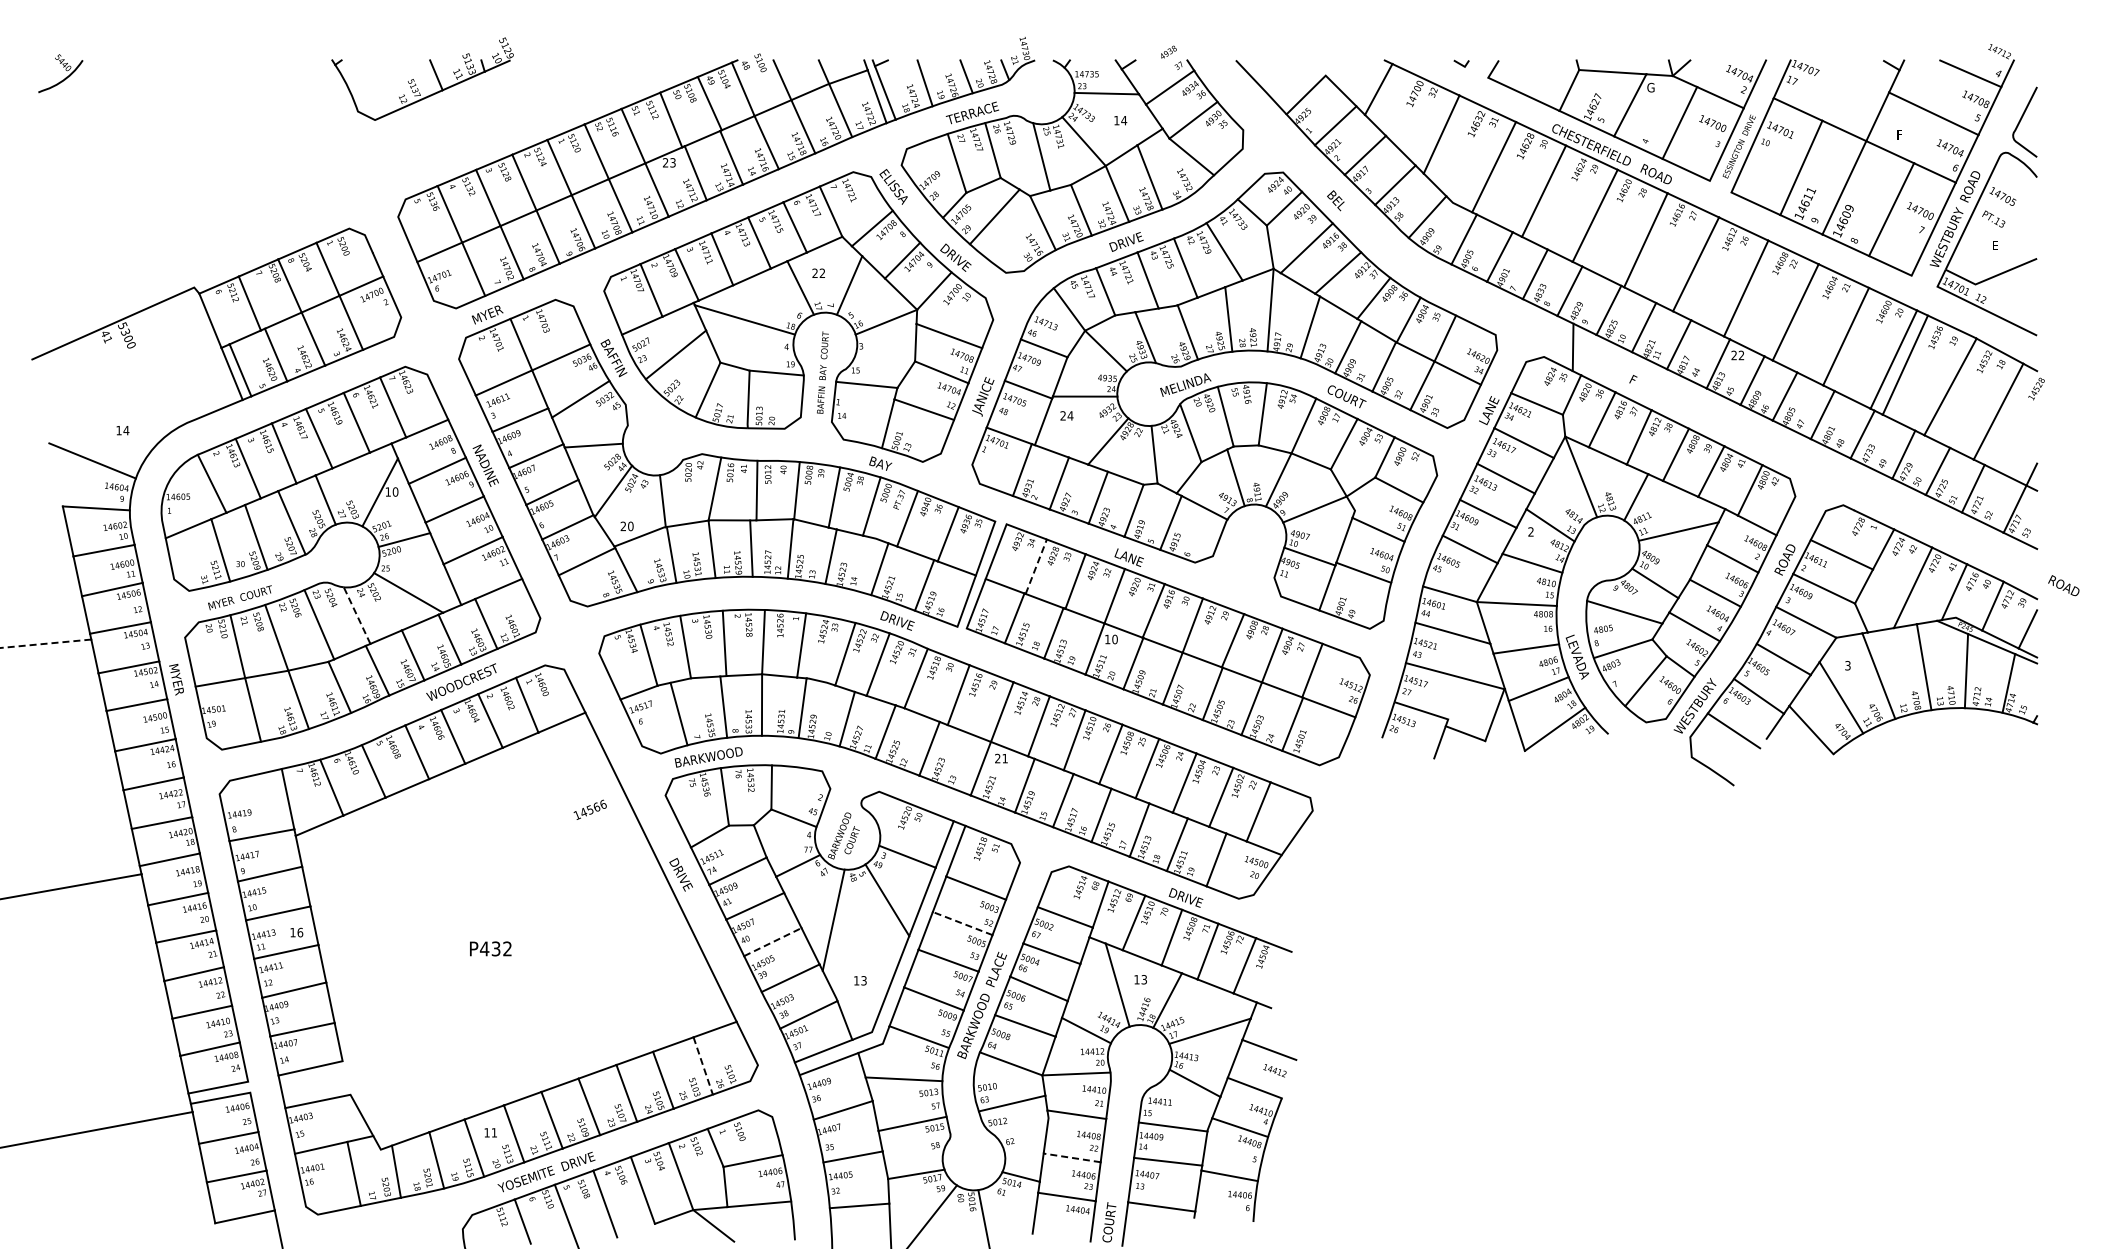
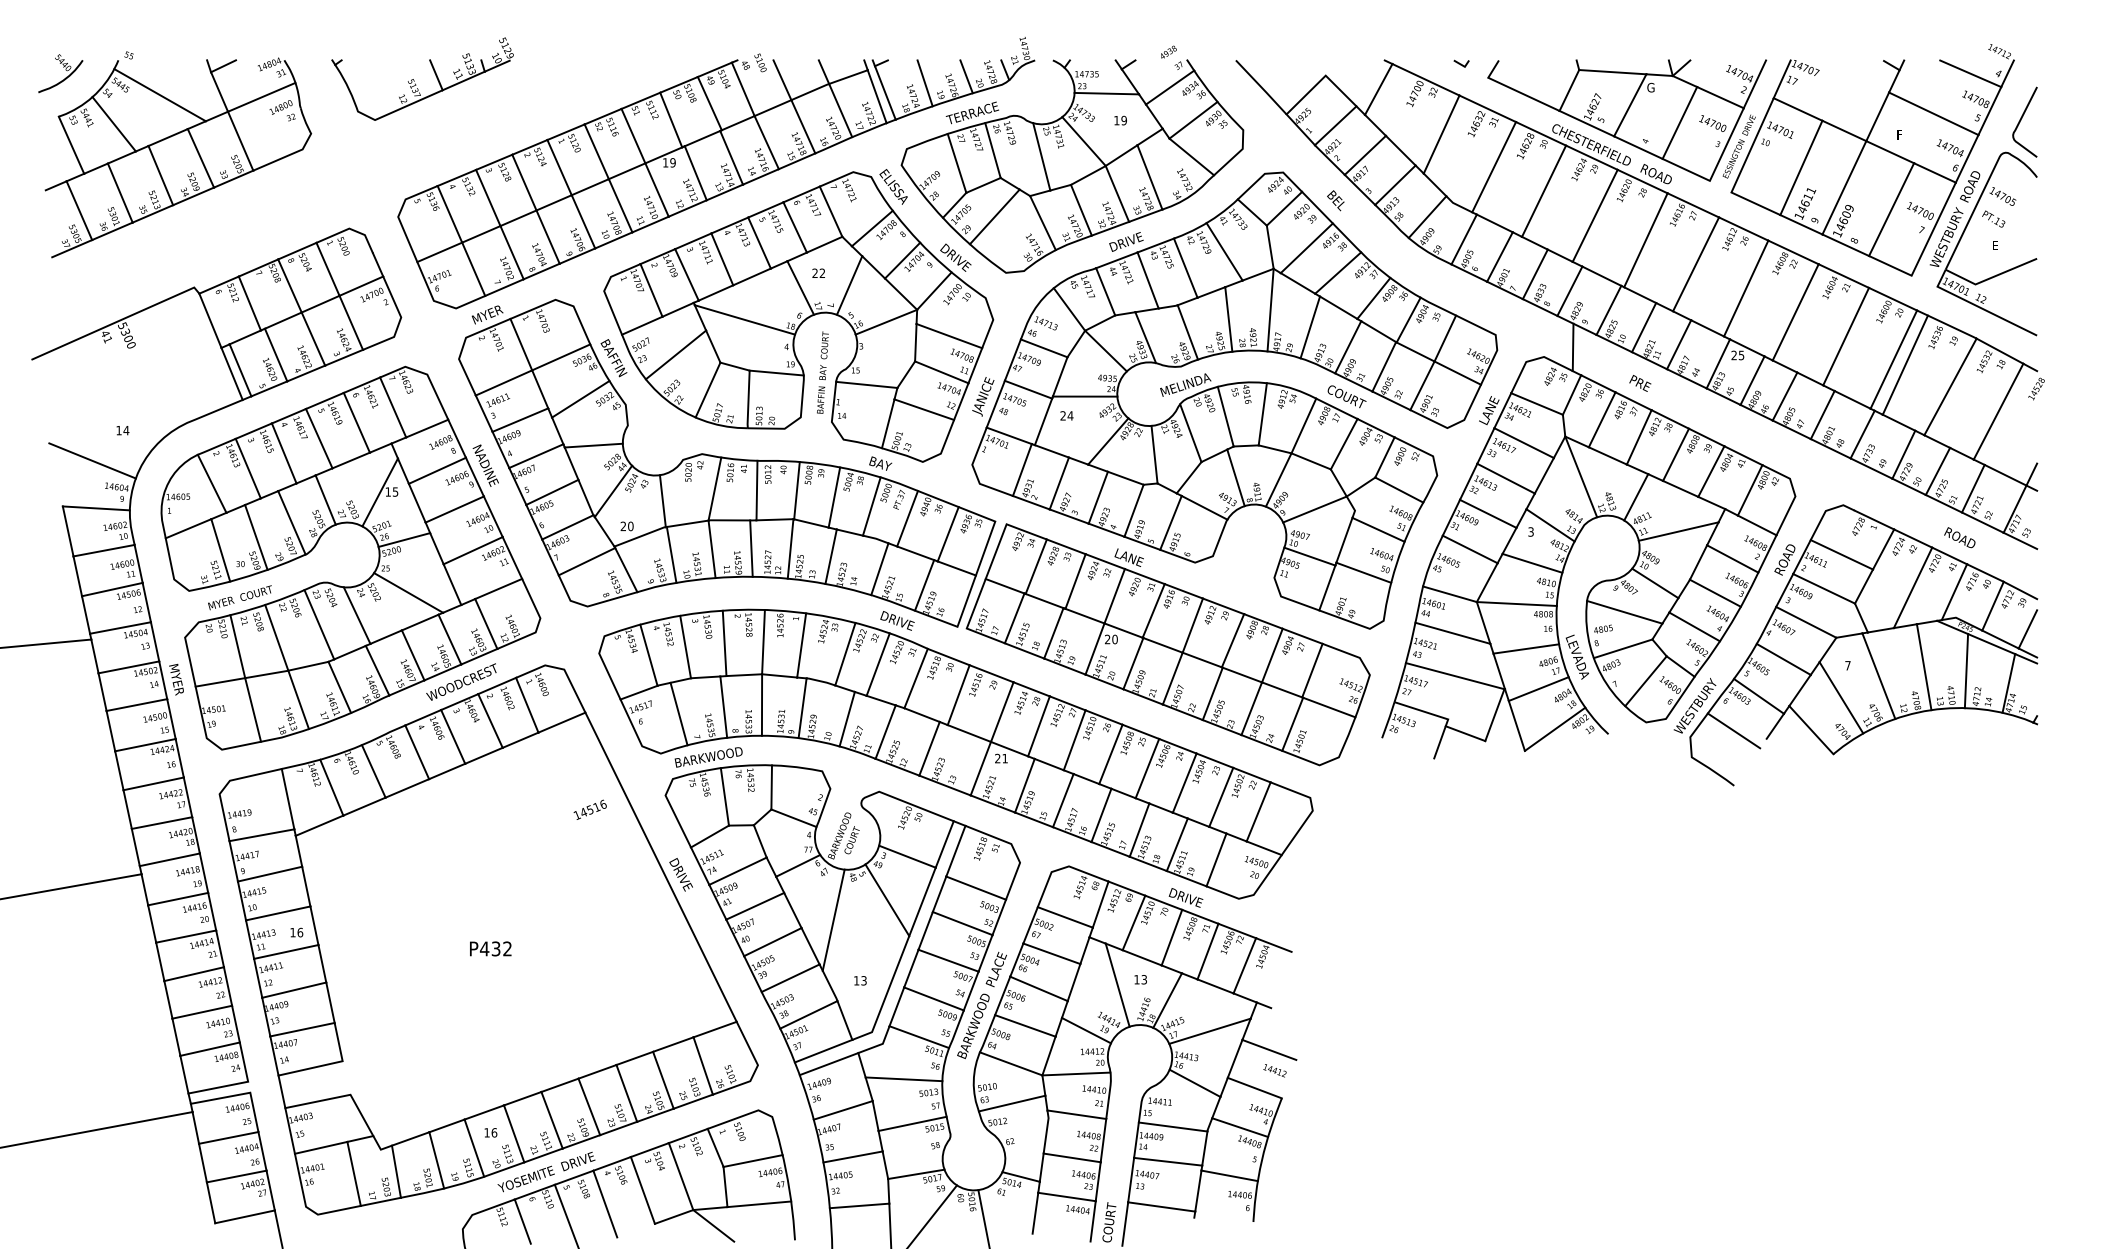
text at (1124, 120): 14 -> 19
part at (178, 154): none -> present
text at (669, 162): 23 -> 19
text at (1741, 355): 22 -> 25
text at (1641, 383): F -> PRE
text at (395, 491): 10 -> 15
text at (1530, 531): 2 -> 3
line at (1036, 566): dashed -> solid
text at (2063, 585) position: (2063, 585) -> (1959, 537)
line at (356, 615): dashed -> solid
text at (1107, 639): 10 -> 20
line at (45, 643): dashed -> solid
text at (1847, 665): 3 -> 7
text at (596, 806): 14566 -> 14516
line at (962, 923): dashed -> solid
line at (772, 942): dashed -> solid
line at (703, 1066): dashed -> solid
text at (494, 1132): 11 -> 16
line at (1072, 1157): dashed -> solid
